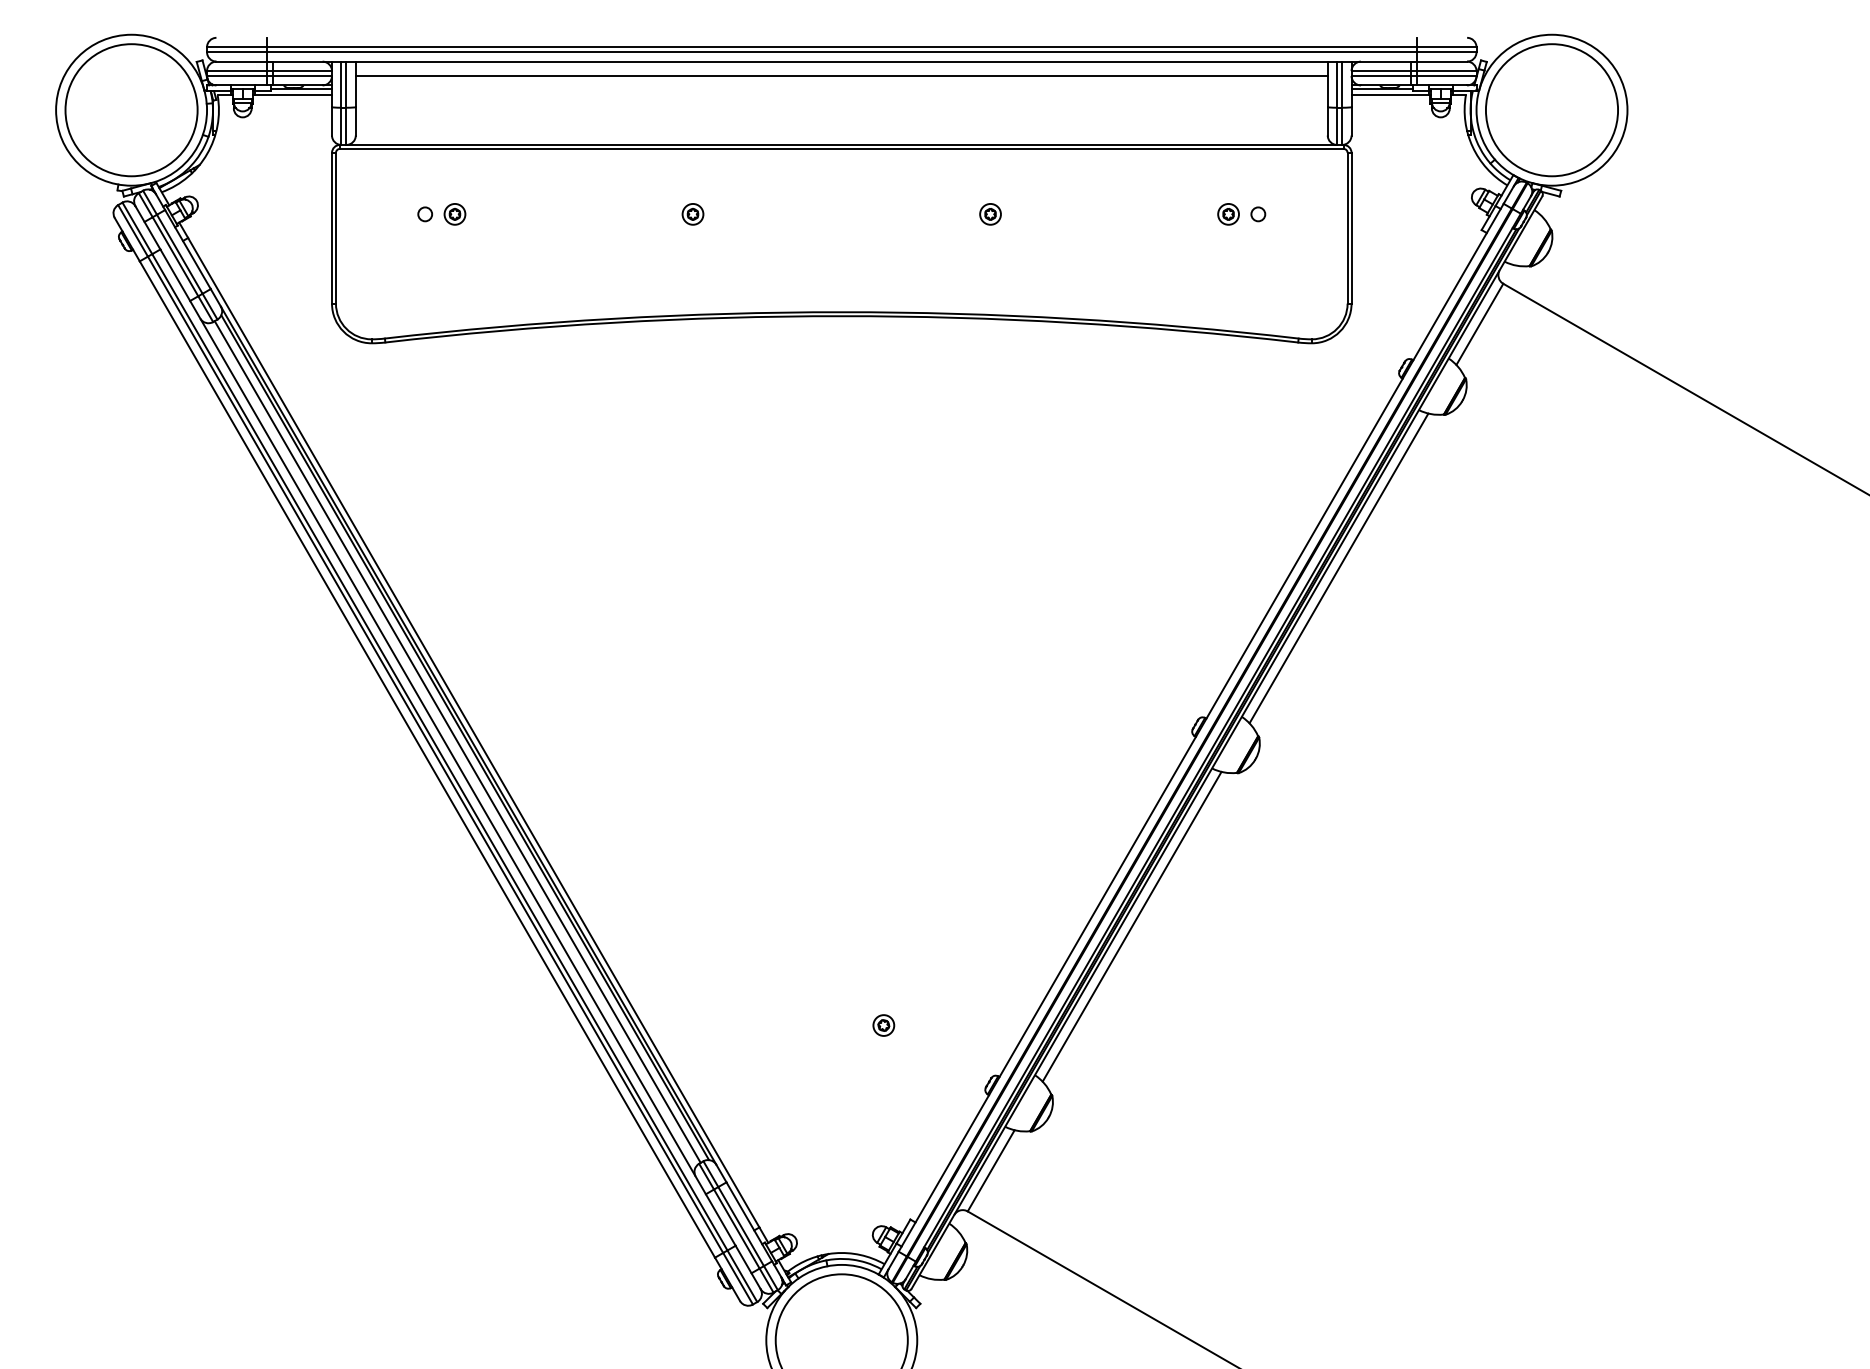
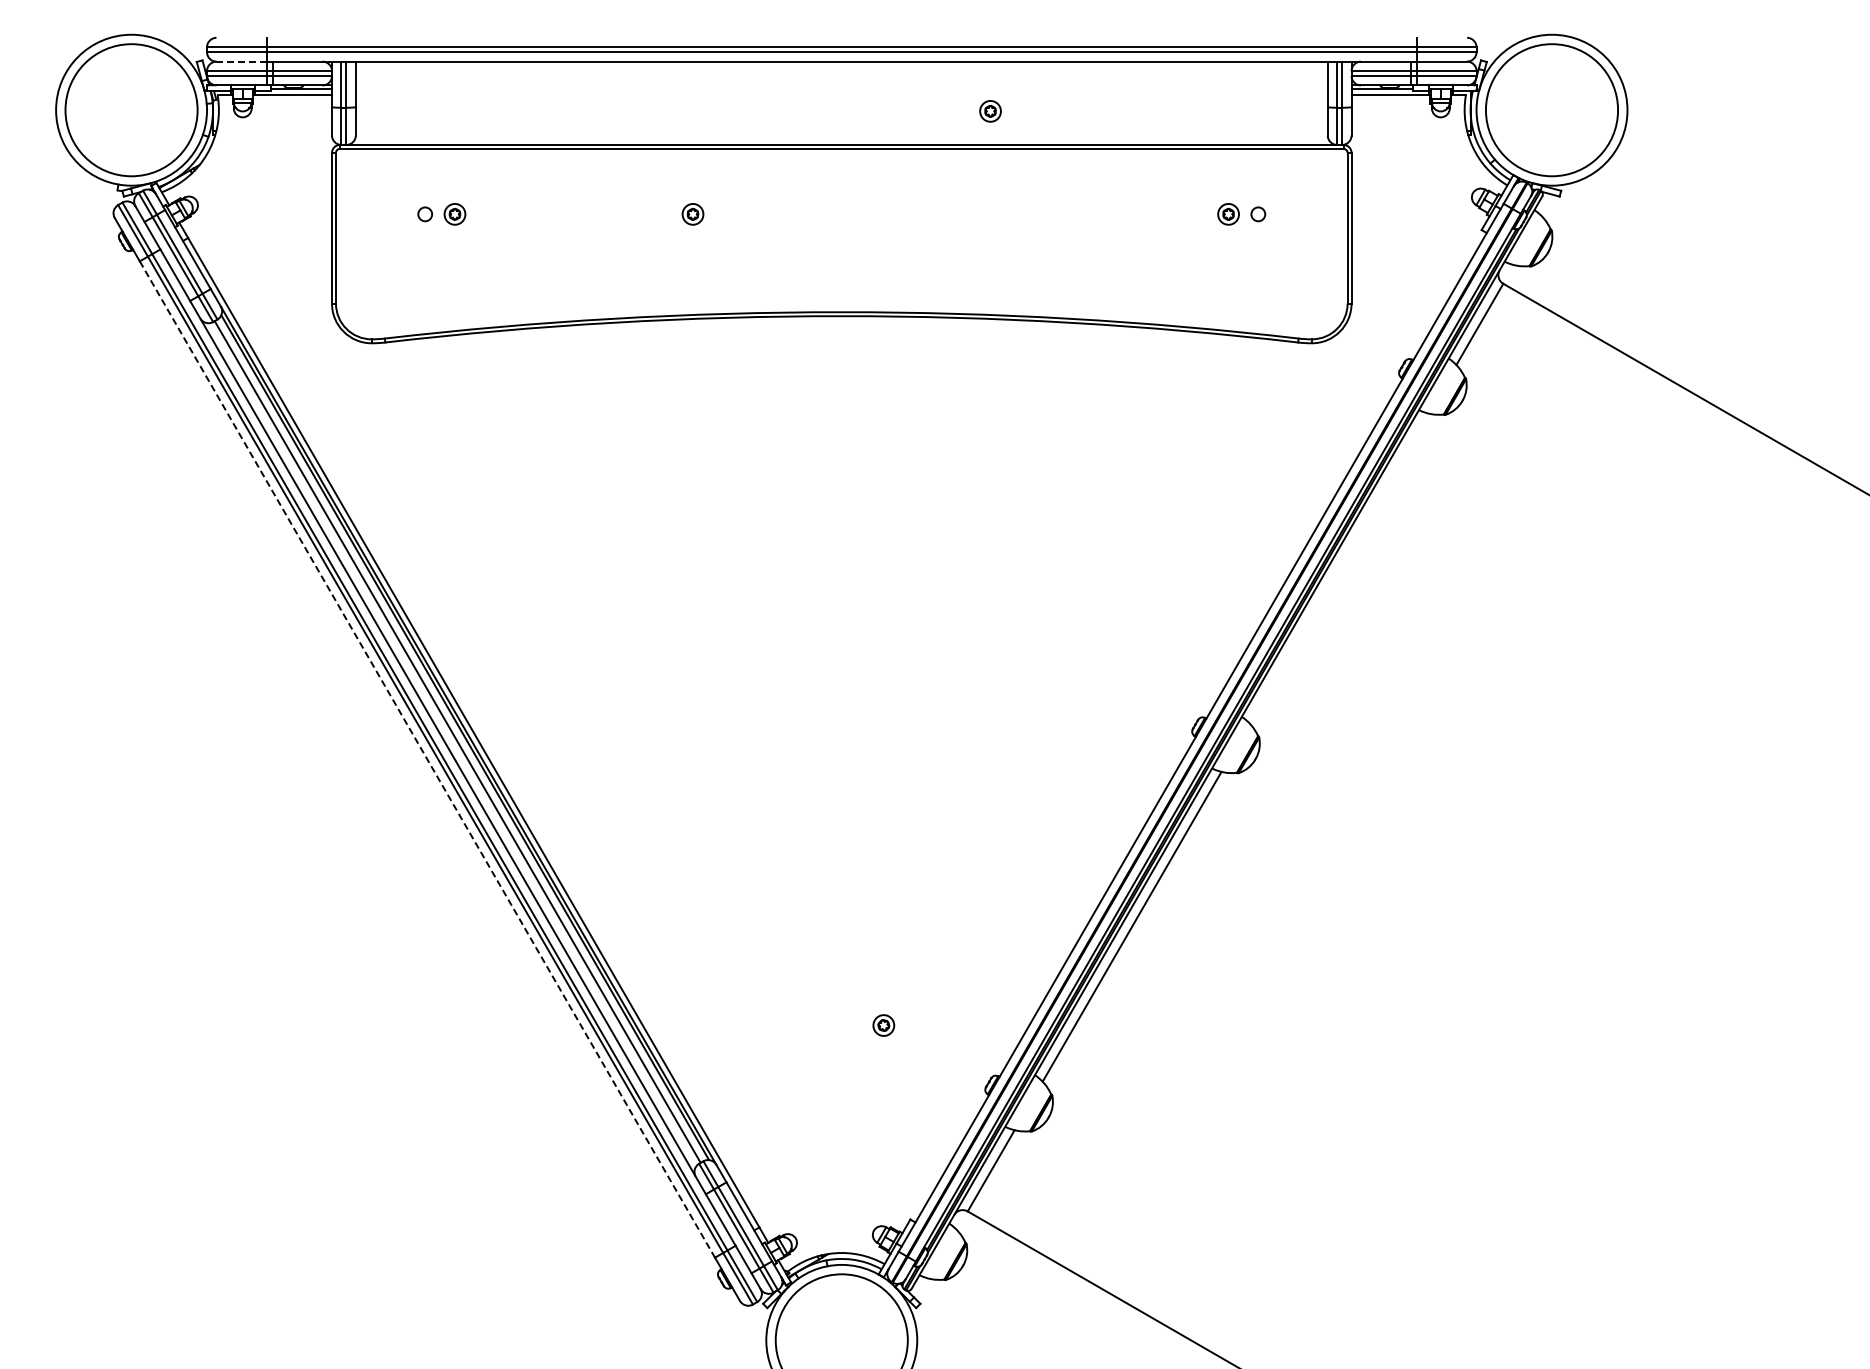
line at (241, 61): solid -> dashed
line at (841, 75): present -> none
part at (990, 214) position: (990, 214) -> (990, 111)
line at (1338, 568): present -> none
line at (427, 759): solid -> dashed
